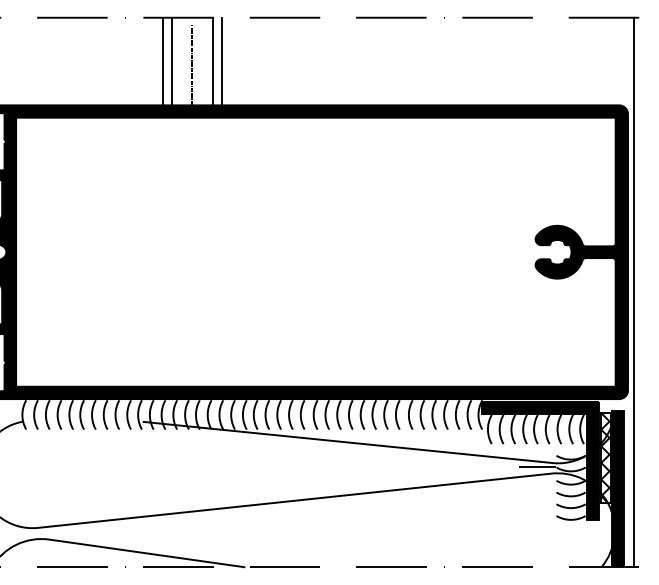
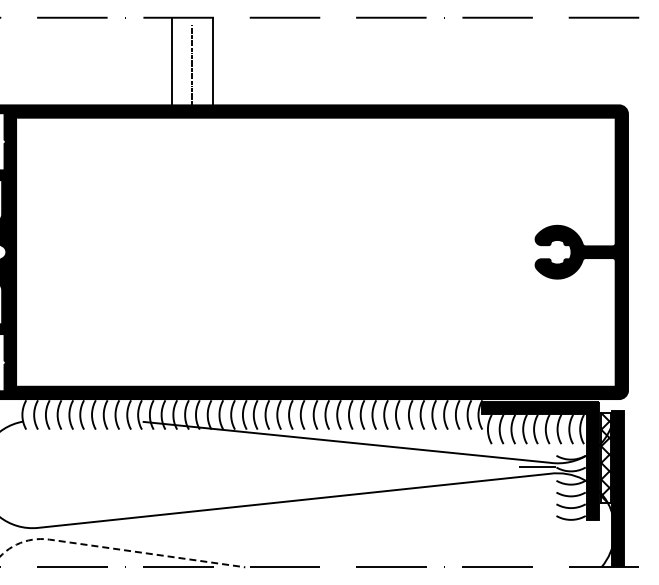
line at (162, 61): present -> none
line at (221, 61): present -> none
line at (633, 292): present -> none
line at (115, 548): solid -> dashed
